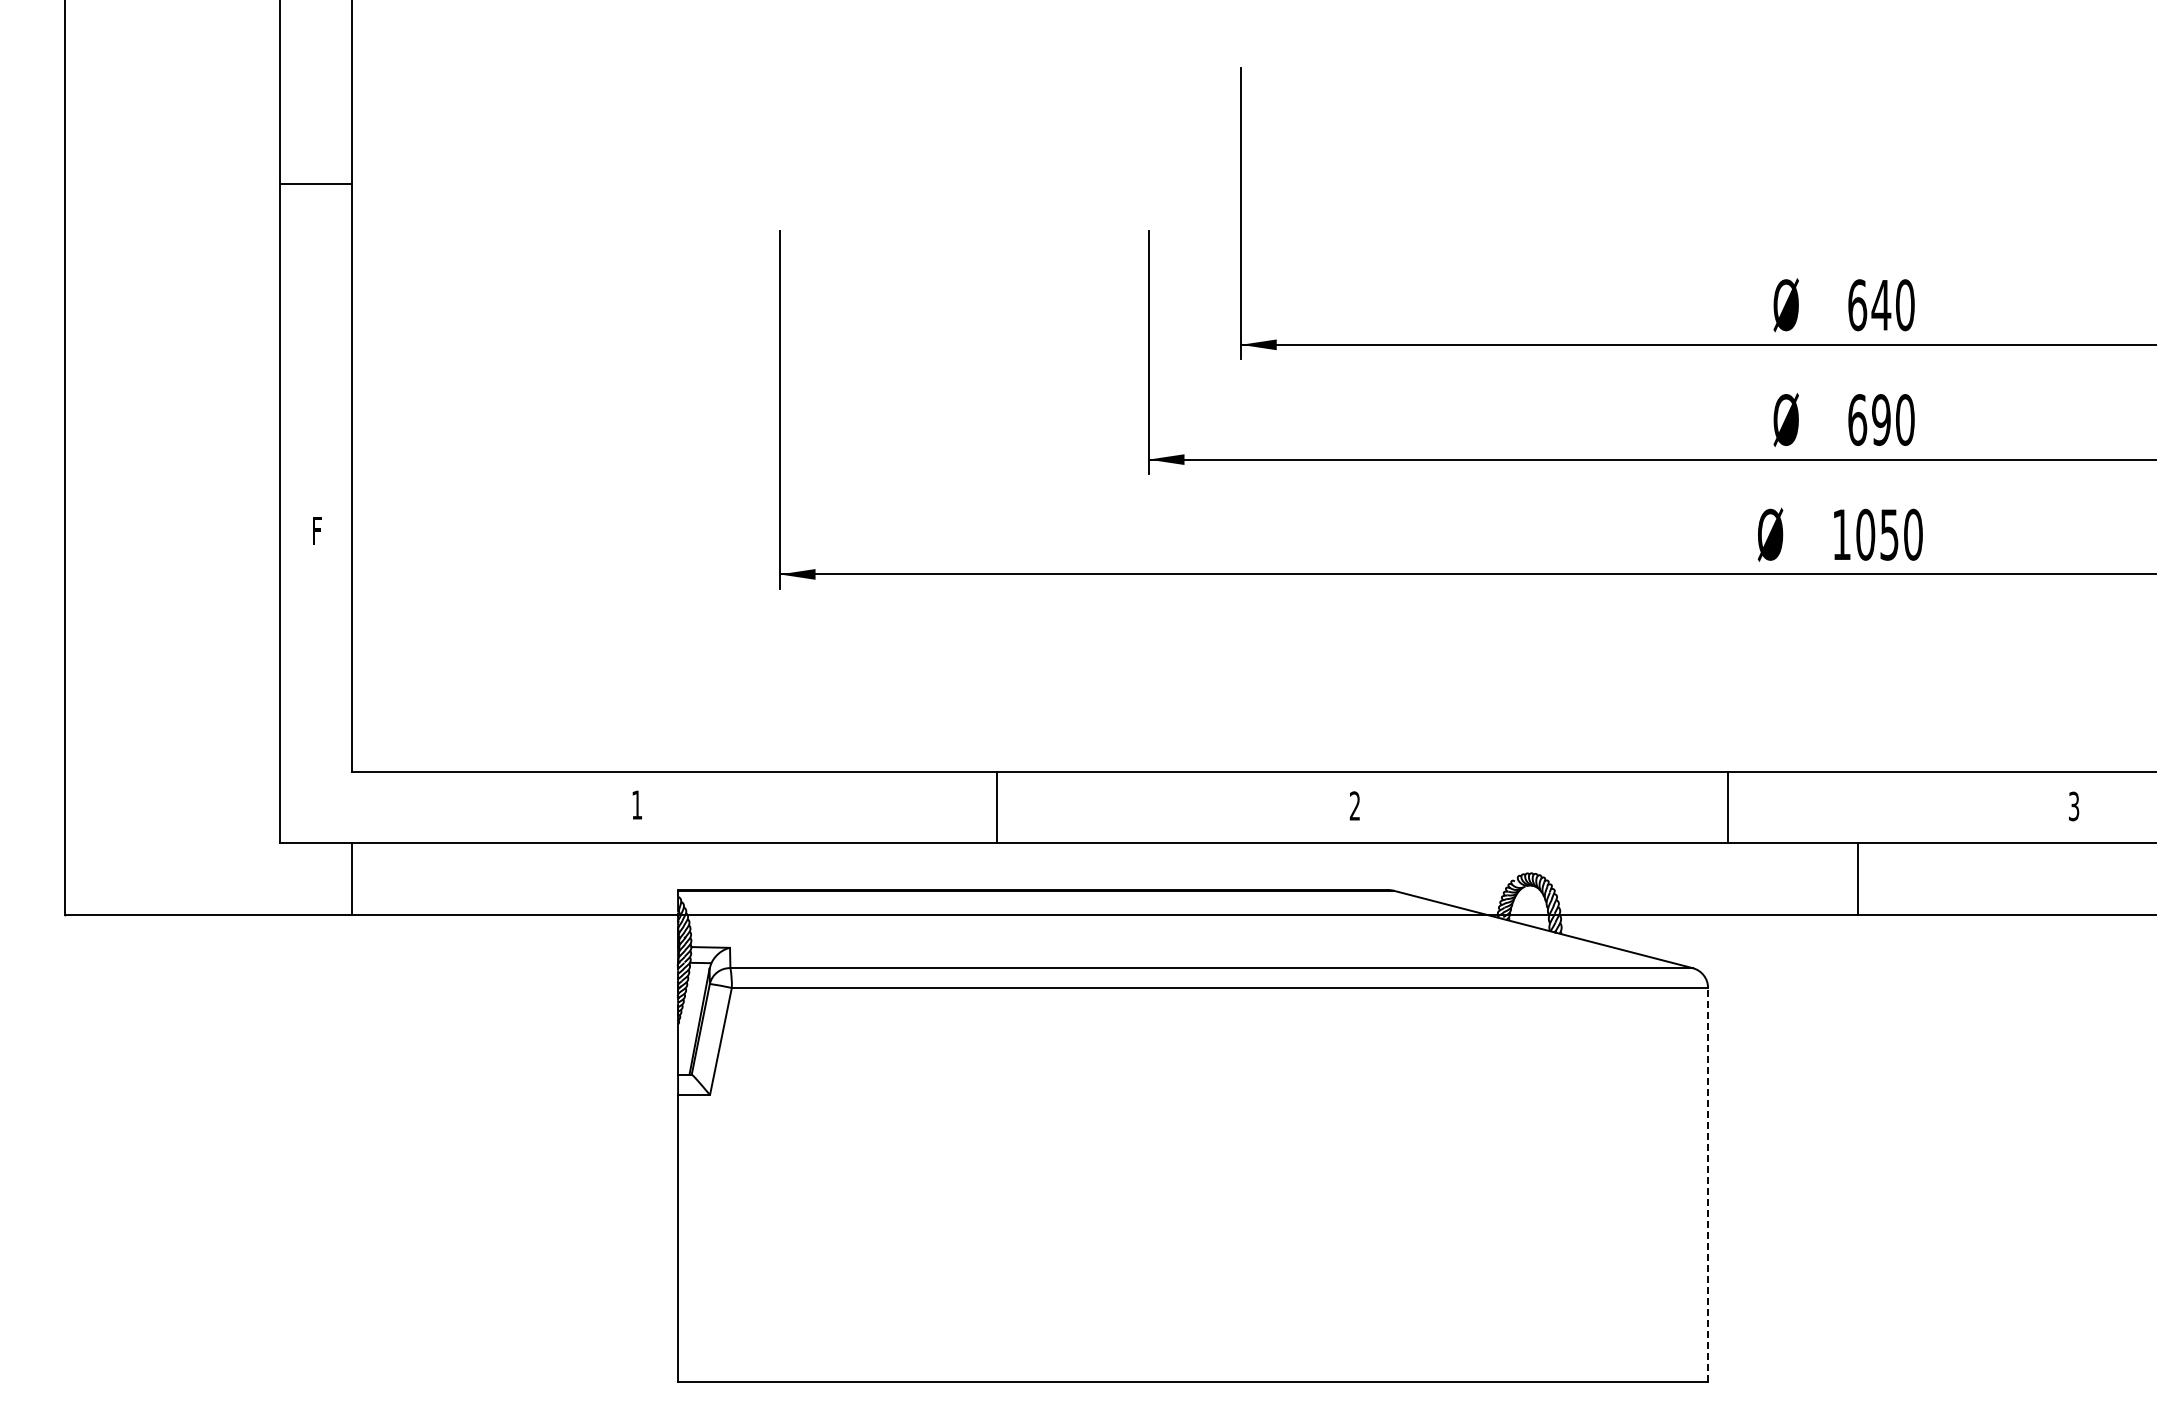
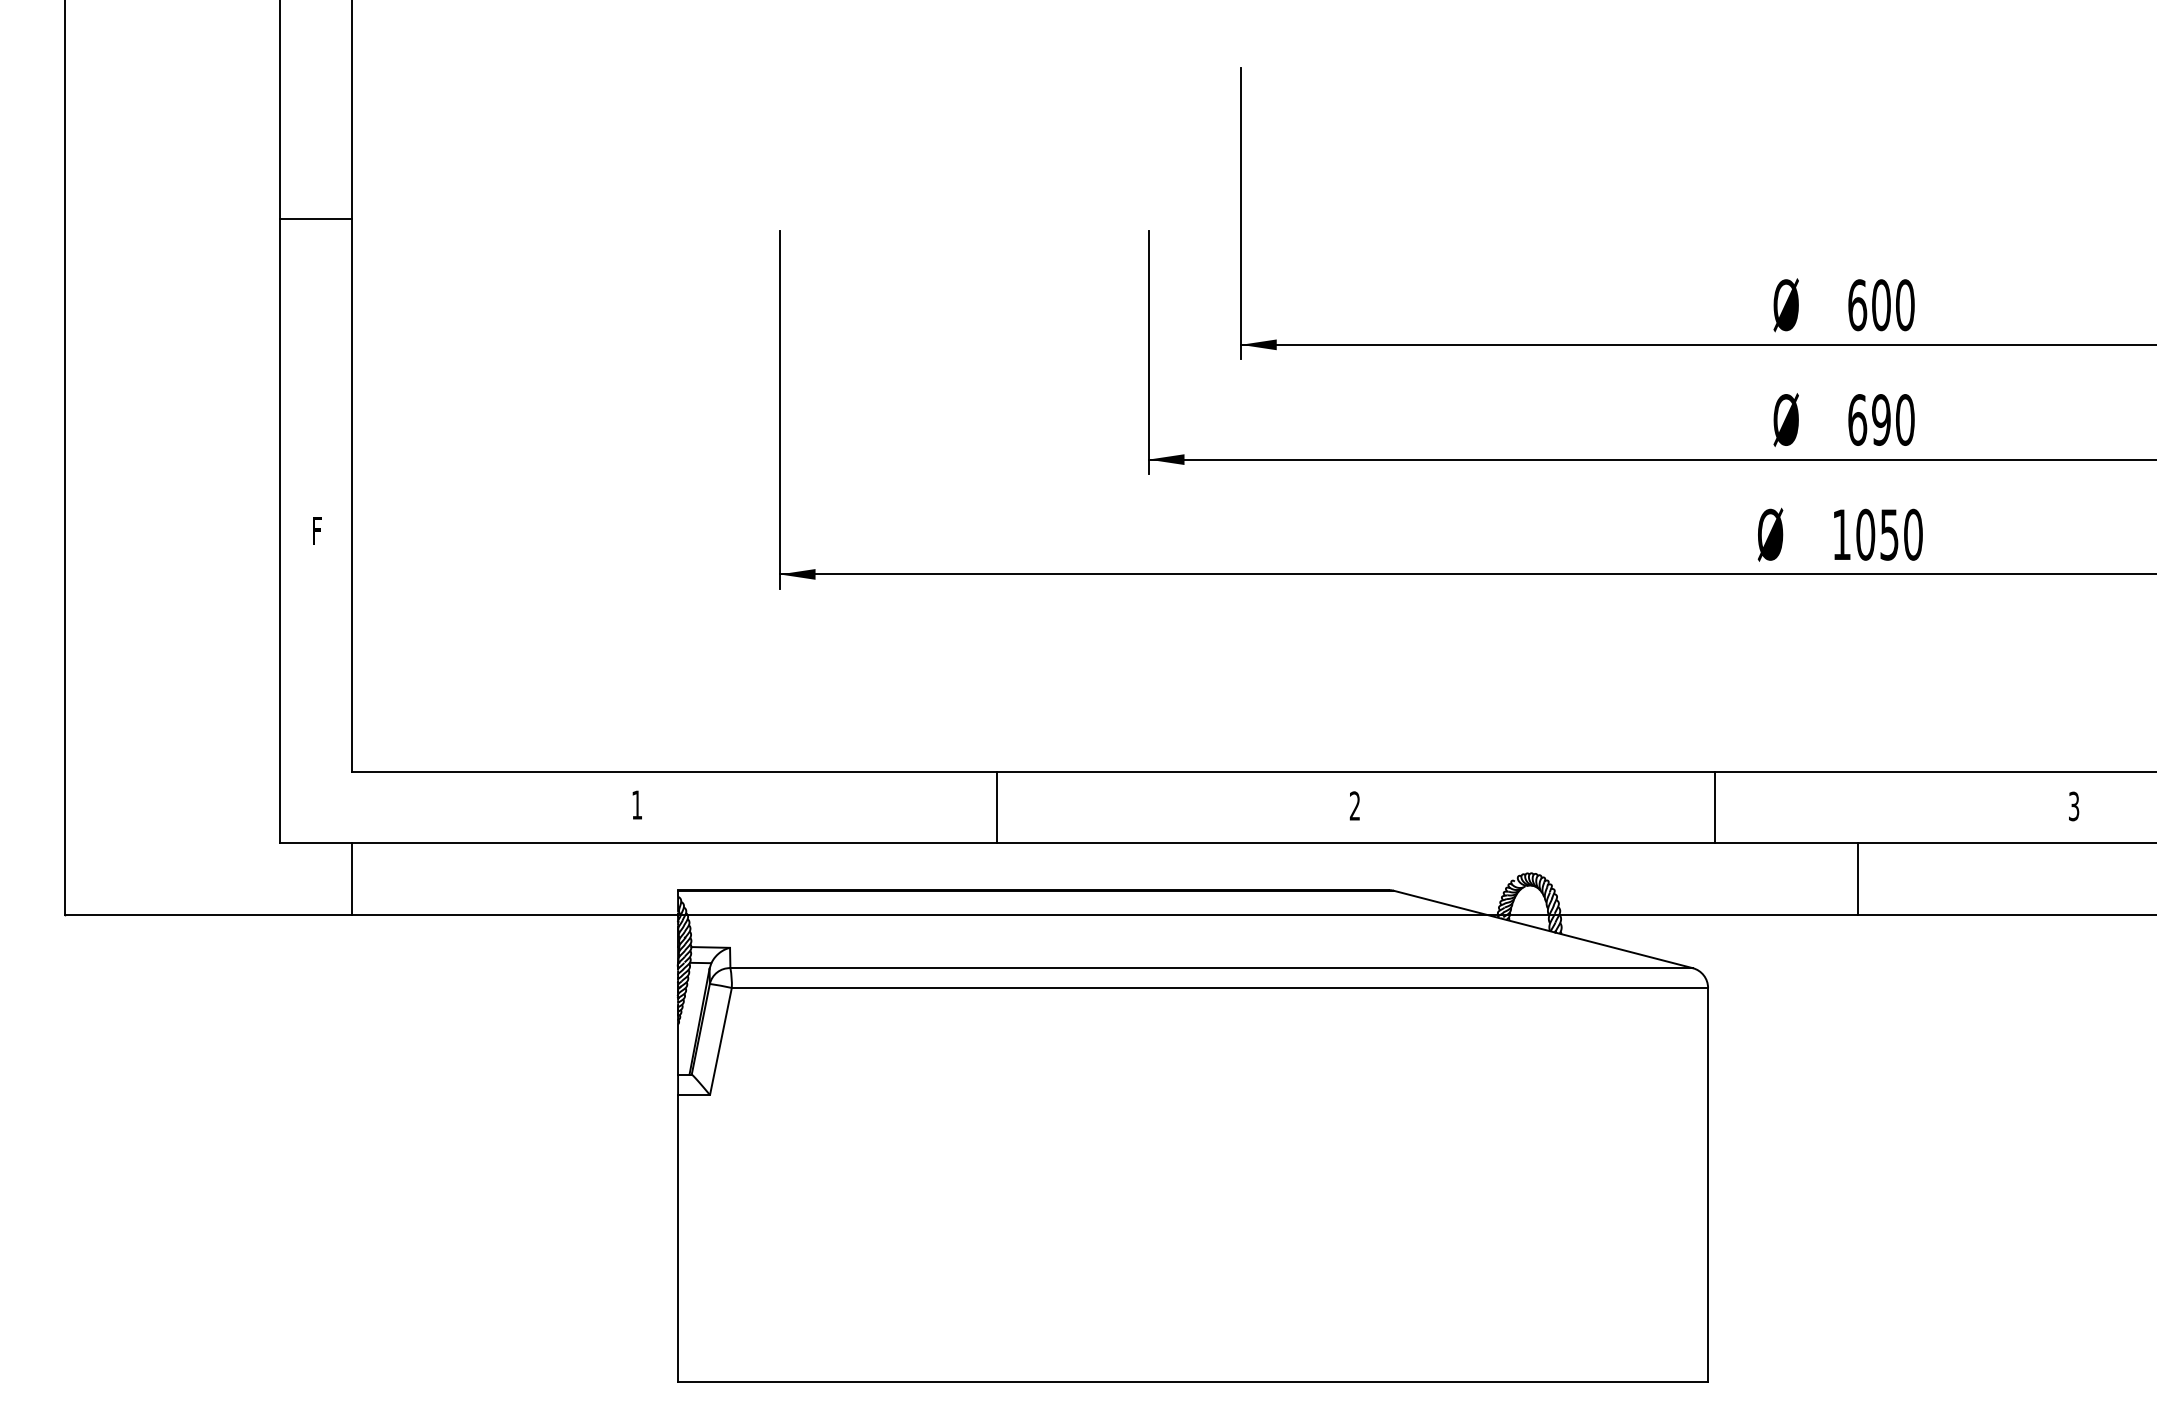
line at (315, 184) position: (315, 184) -> (315, 219)
text at (1881, 305): 640 -> 600
line at (1727, 807) position: (1727, 807) -> (1714, 807)
line at (1708, 1184): dashed -> solid
